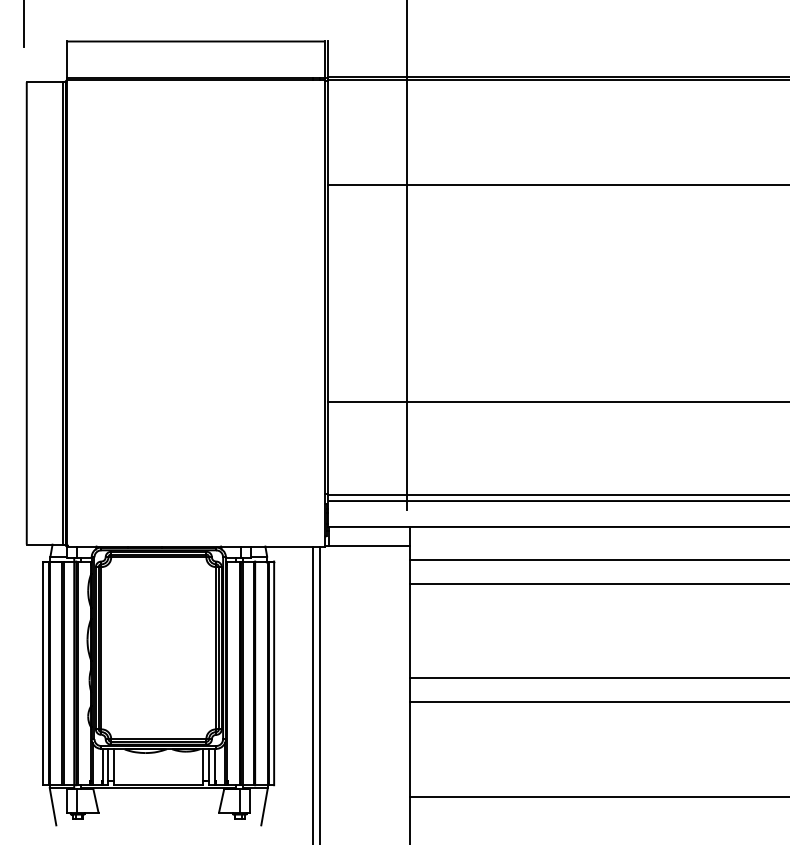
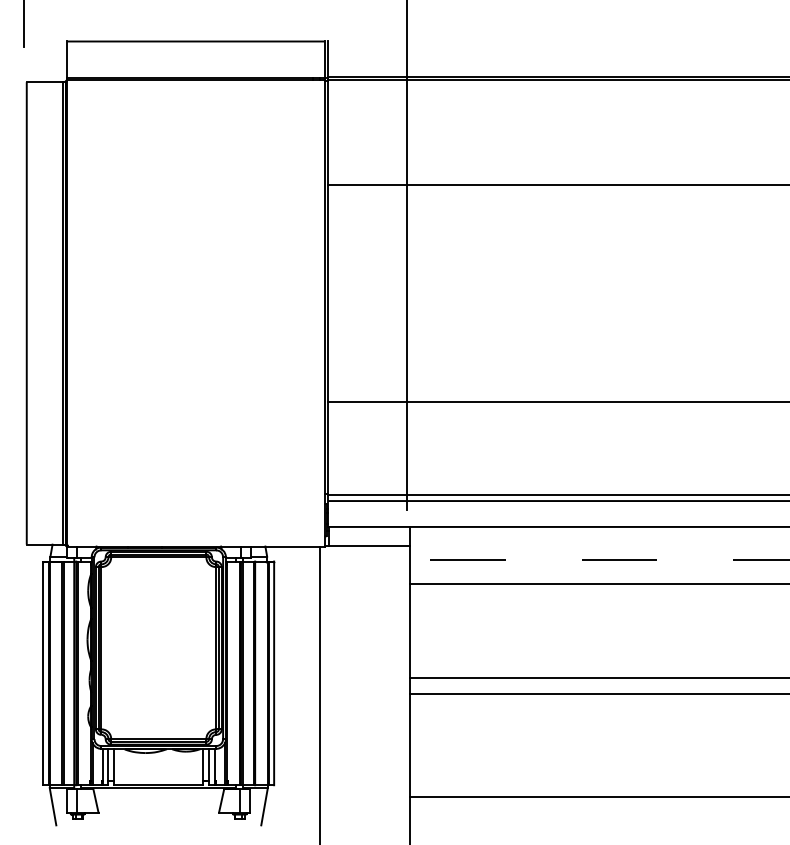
line at (599, 560): solid -> dashed
line at (313, 693): present -> none
line at (598, 702) position: (598, 702) -> (598, 694)
